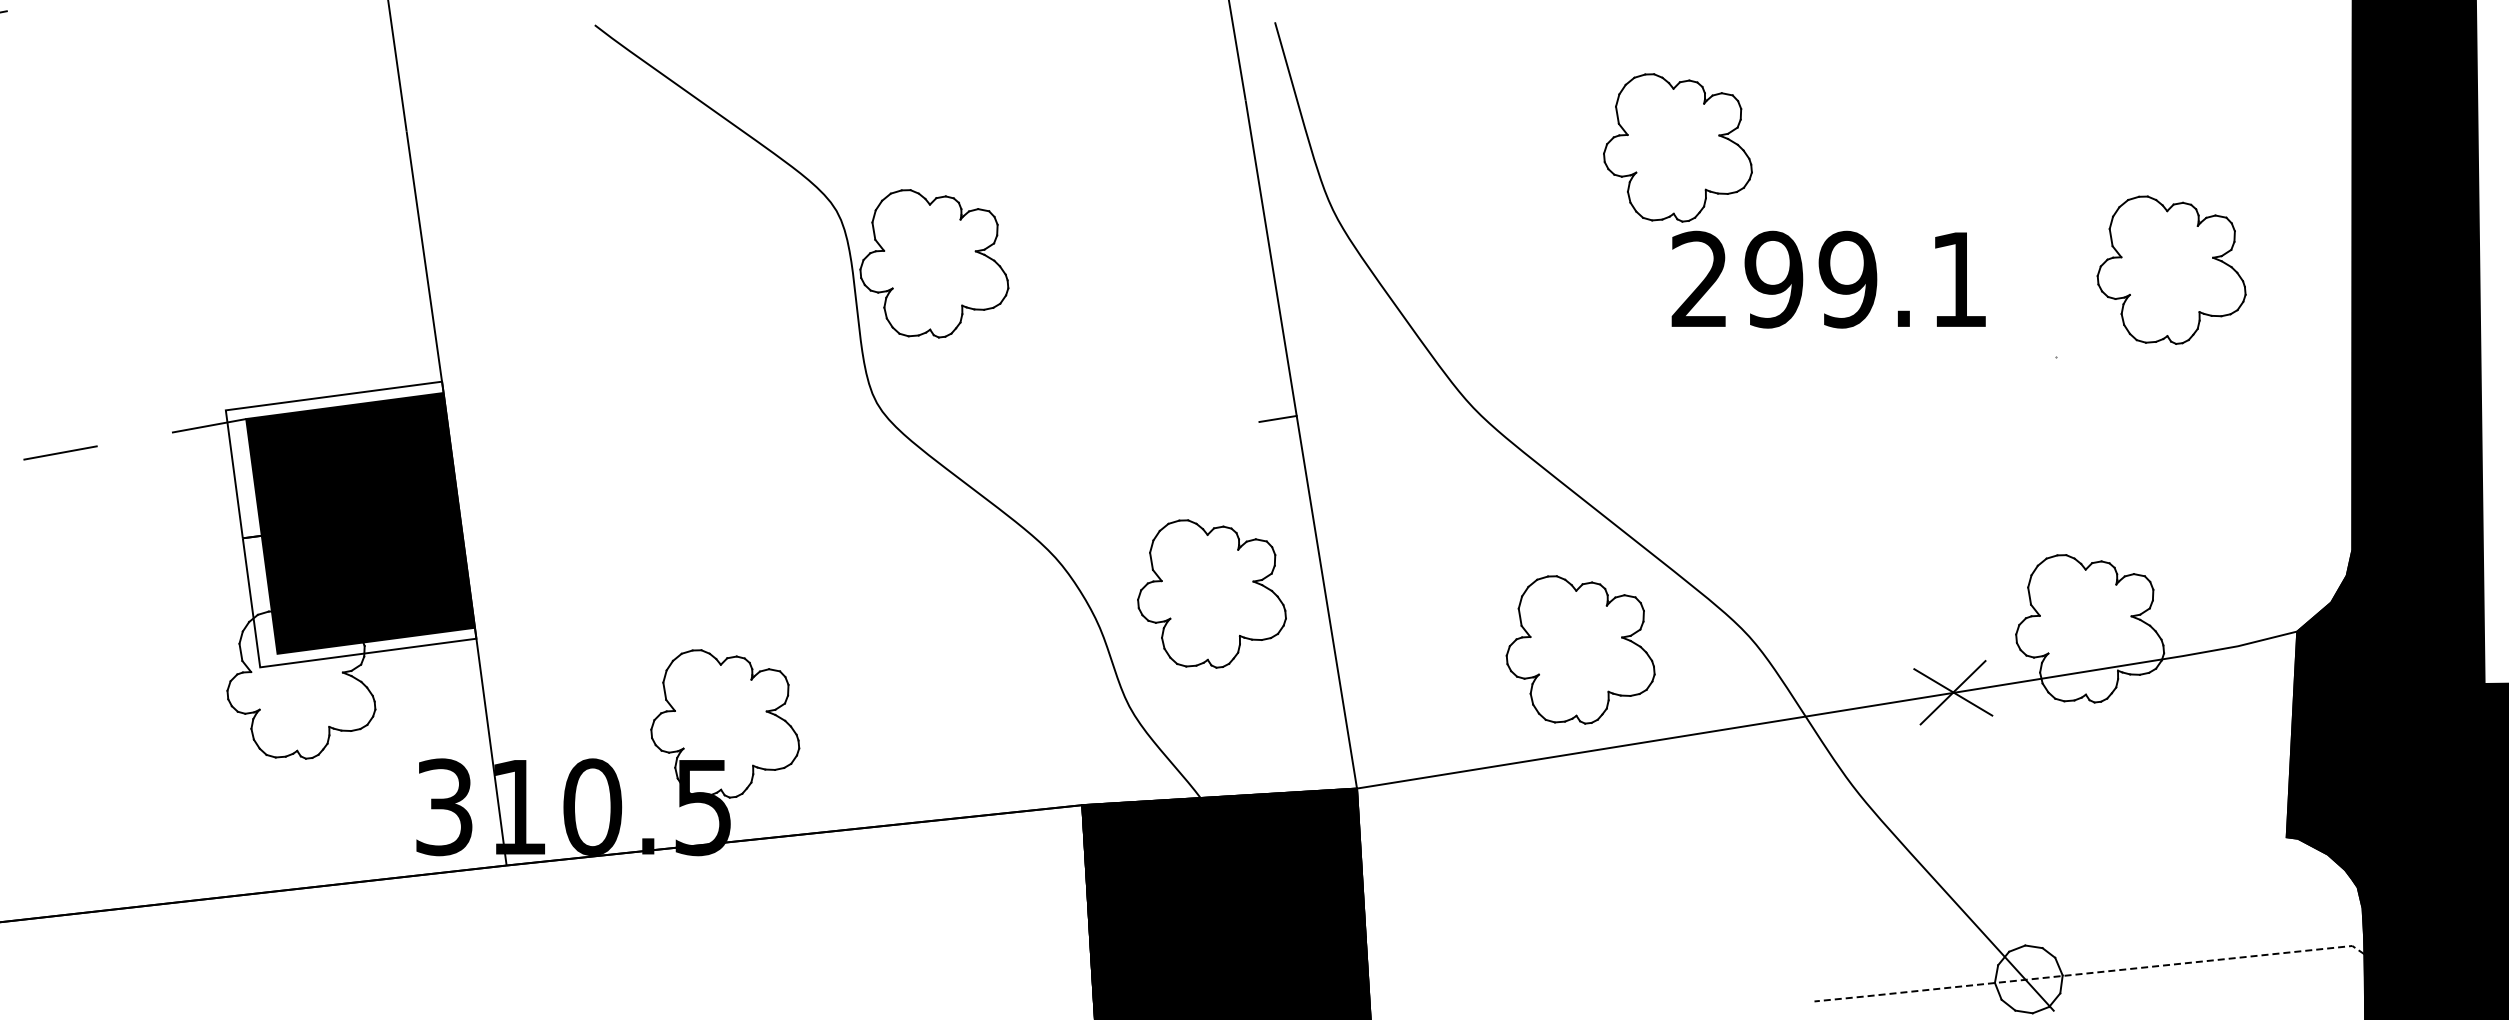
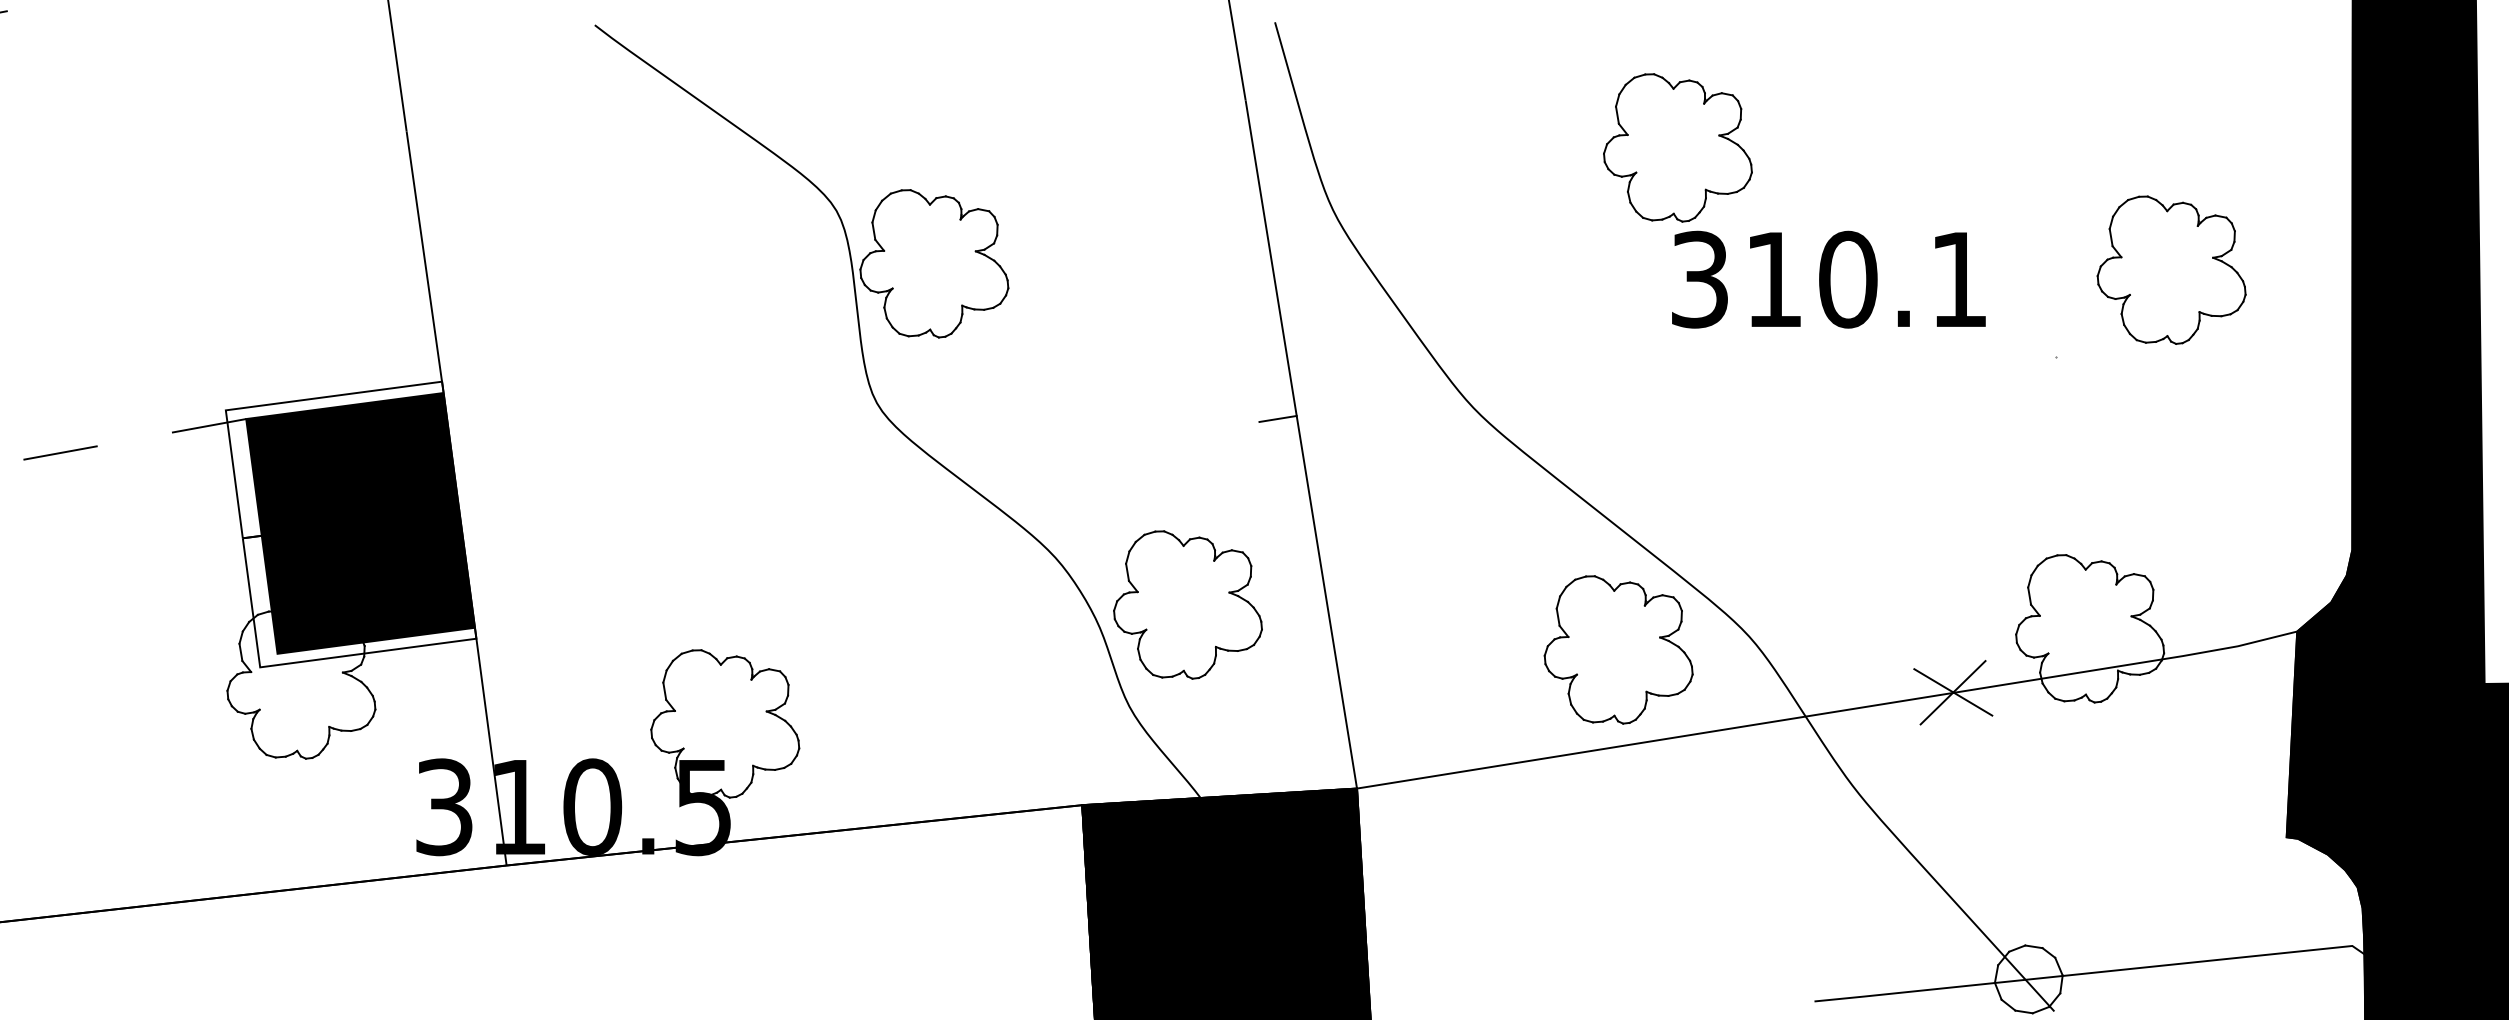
text at (1774, 279): 299.1 -> 310.1
part at (1211, 593) position: (1211, 593) -> (1187, 604)
part at (1580, 649) position: (1580, 649) -> (1618, 649)
line at (2089, 973): dashed -> solid
